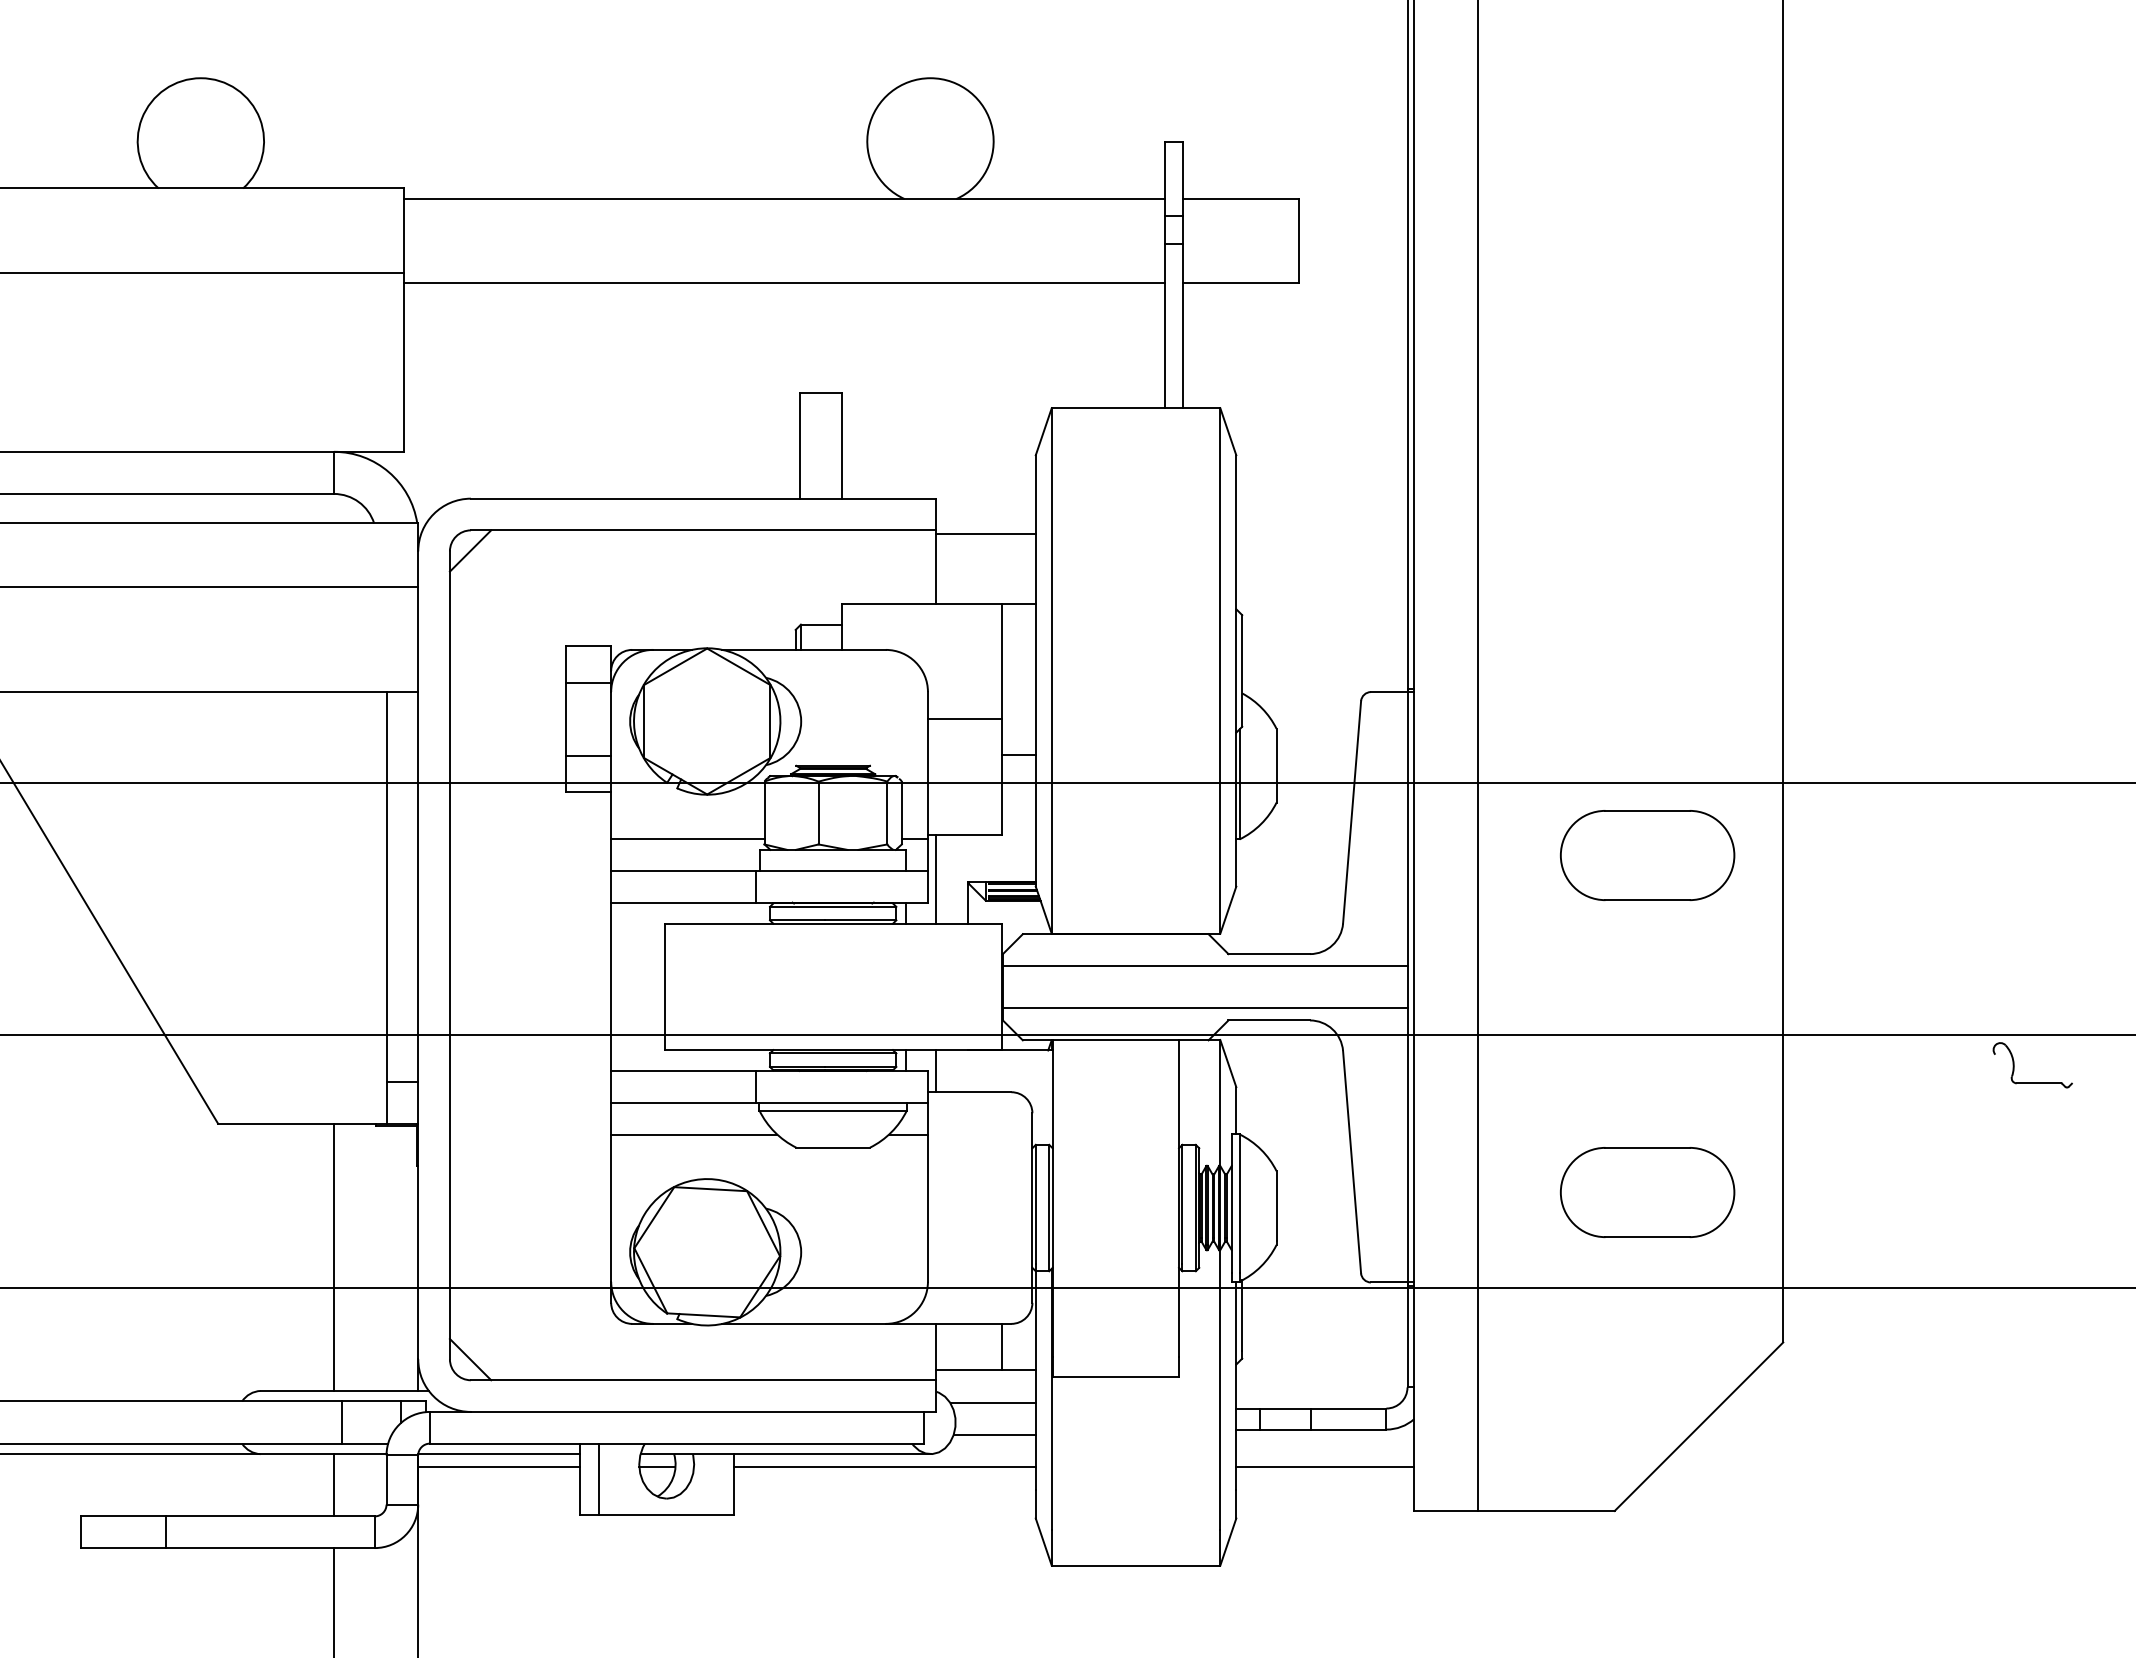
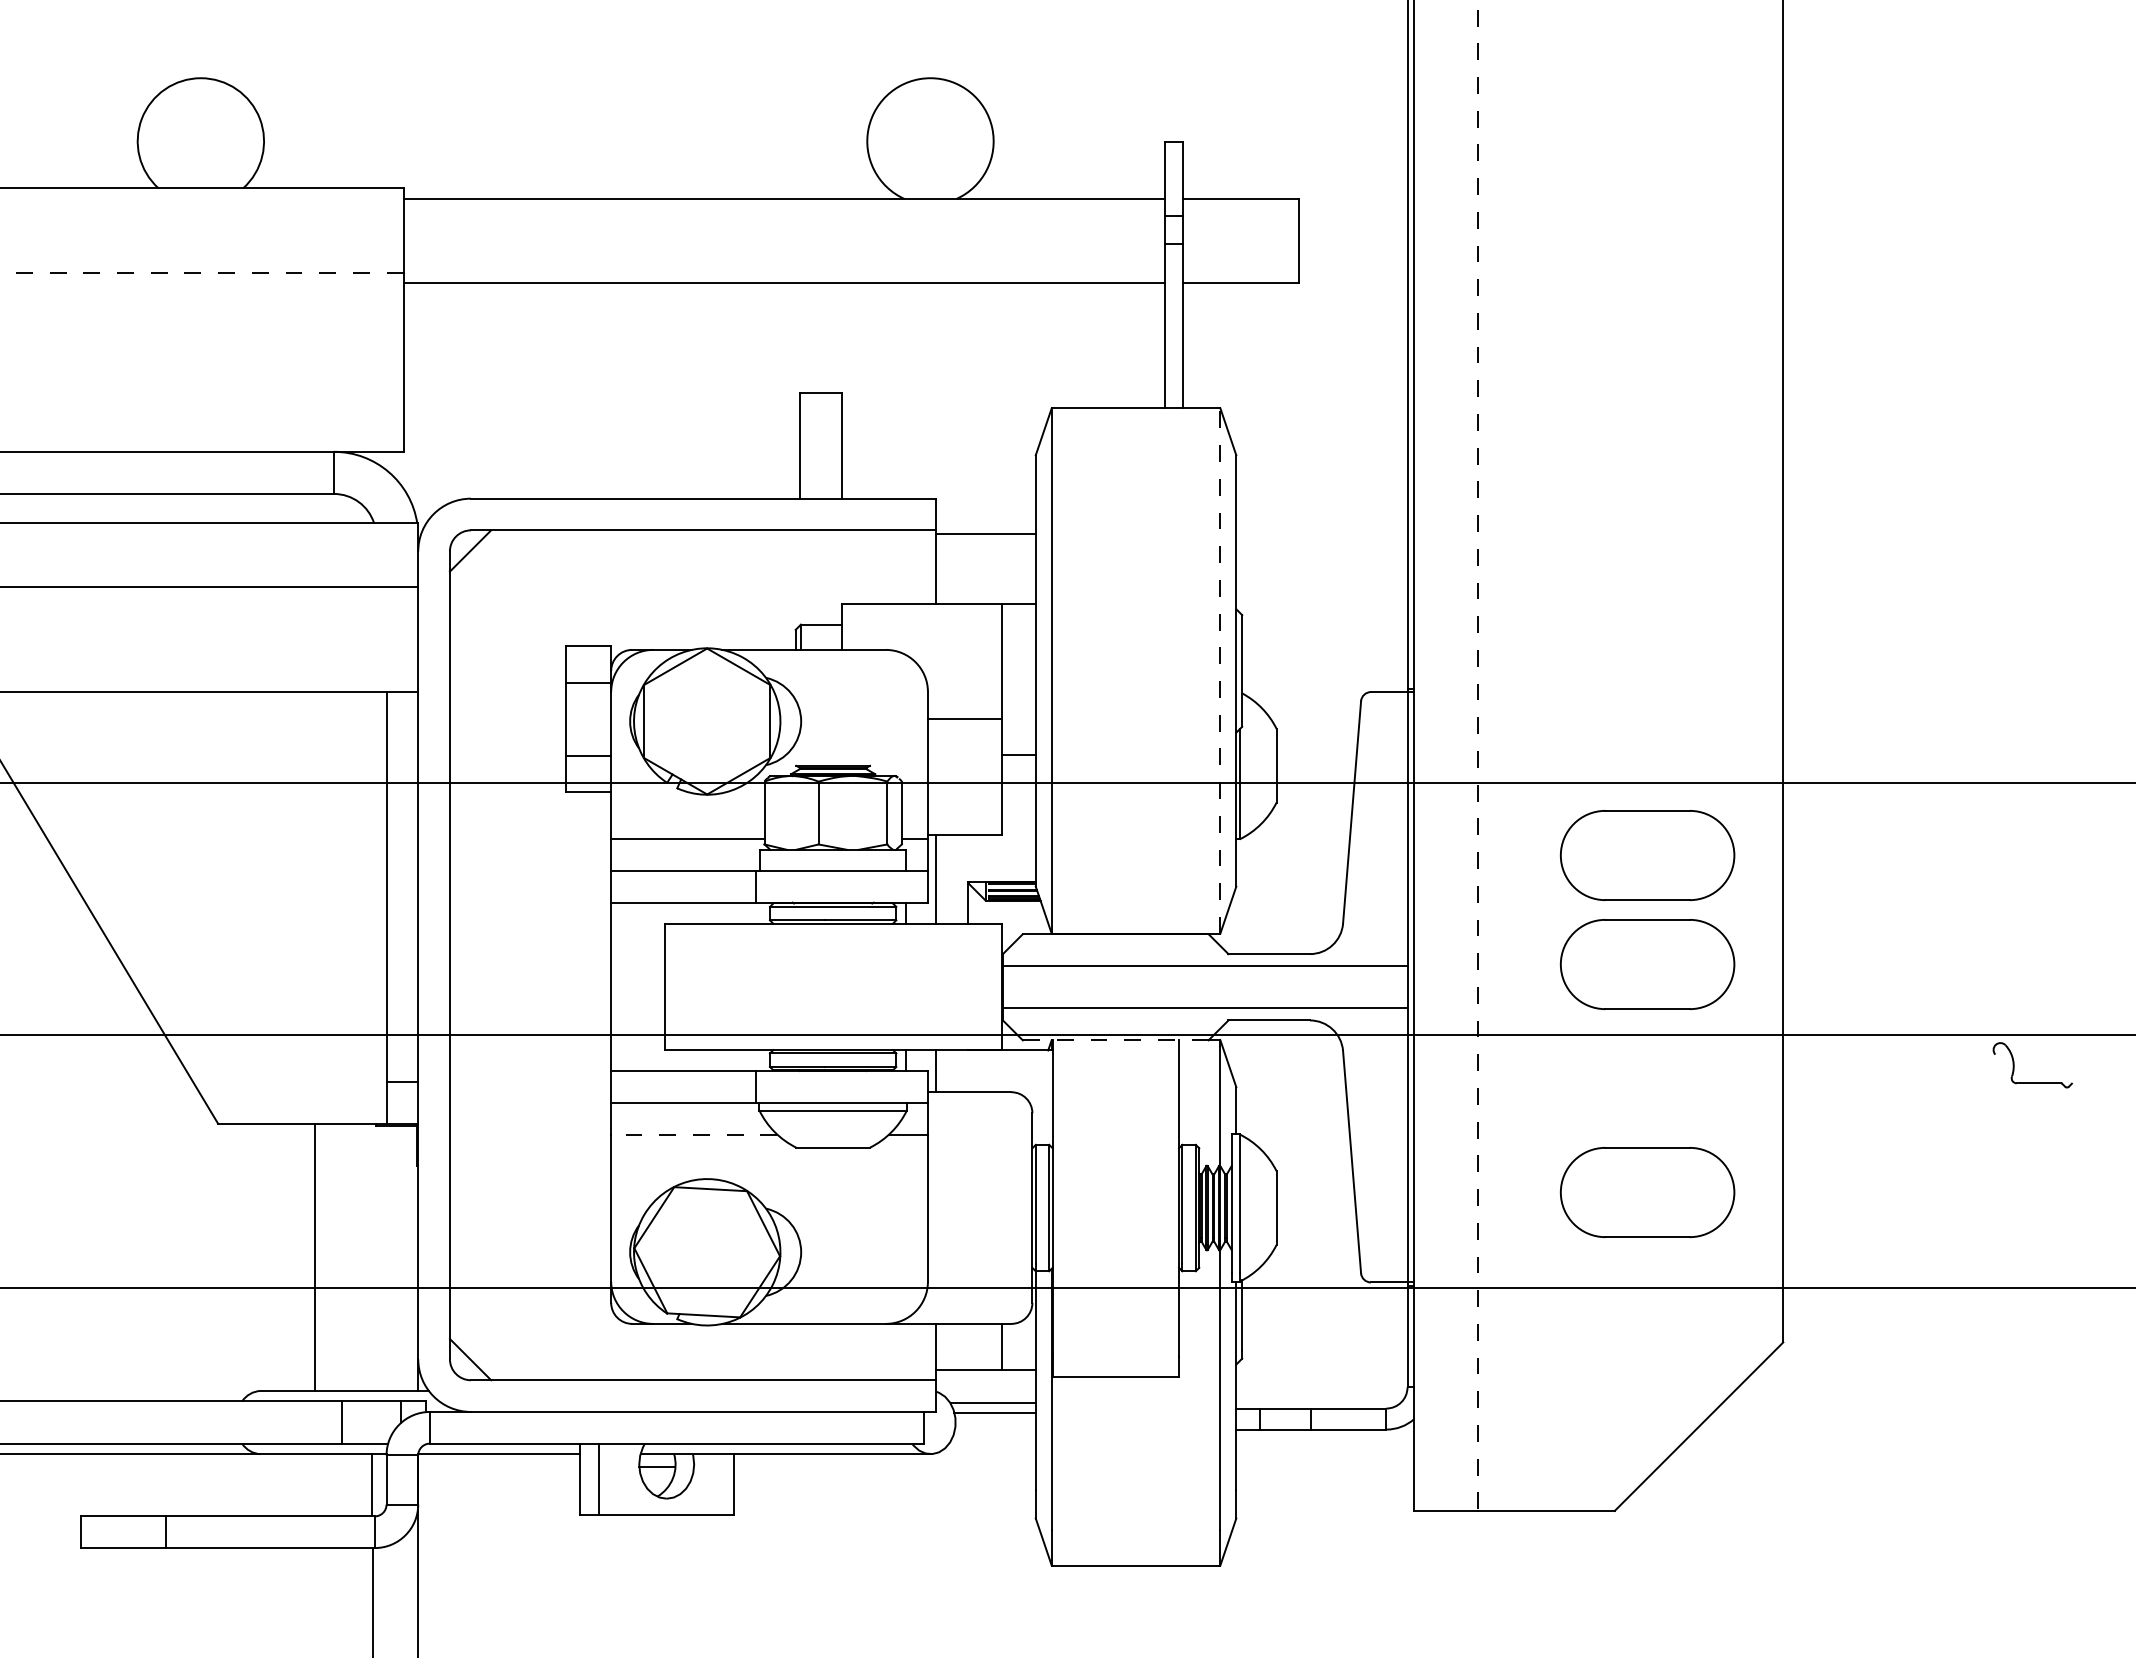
line at (201, 272): solid -> dashed
line at (1220, 670): solid -> dashed
line at (1478, 756): solid -> dashed
part at (1647, 964): none -> present
line at (1115, 1040): solid -> dashed
line at (693, 1134): solid -> dashed
line at (334, 1256) position: (334, 1256) -> (315, 1256)
line at (994, 1435) position: (994, 1435) -> (994, 1413)
line at (499, 1467): present -> none
line at (884, 1467): present -> none
line at (1325, 1467): present -> none
line at (334, 1485) position: (334, 1485) -> (372, 1485)
line at (334, 1601) position: (334, 1601) -> (373, 1601)
